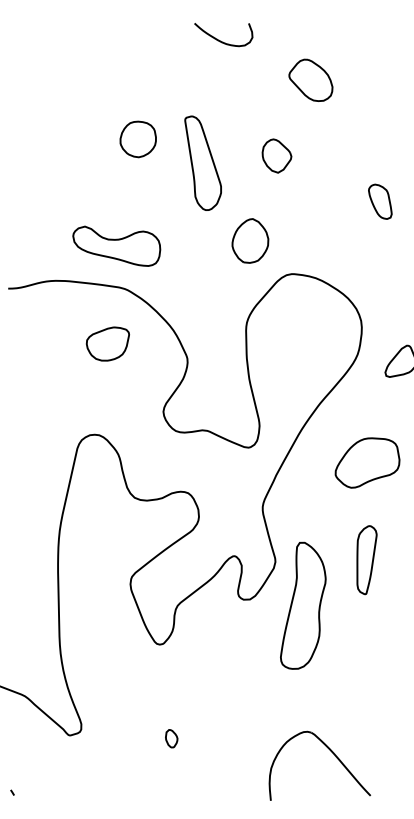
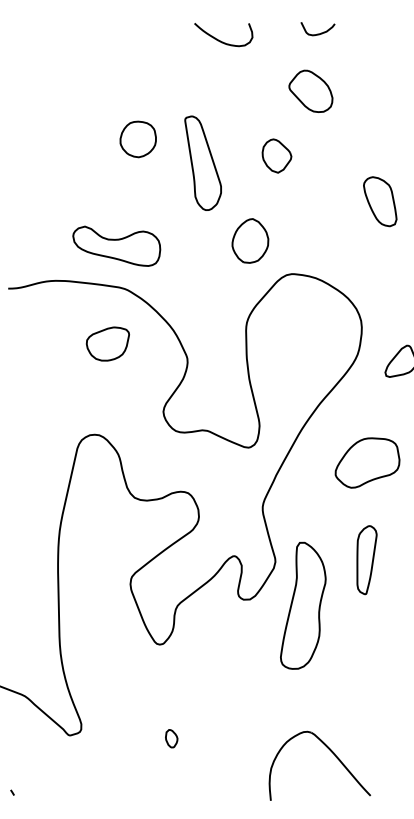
curve at (317, 33): none -> present
part at (310, 79) position: (310, 79) -> (310, 90)
part at (380, 201) size: 25x37 px -> 35x52 px
